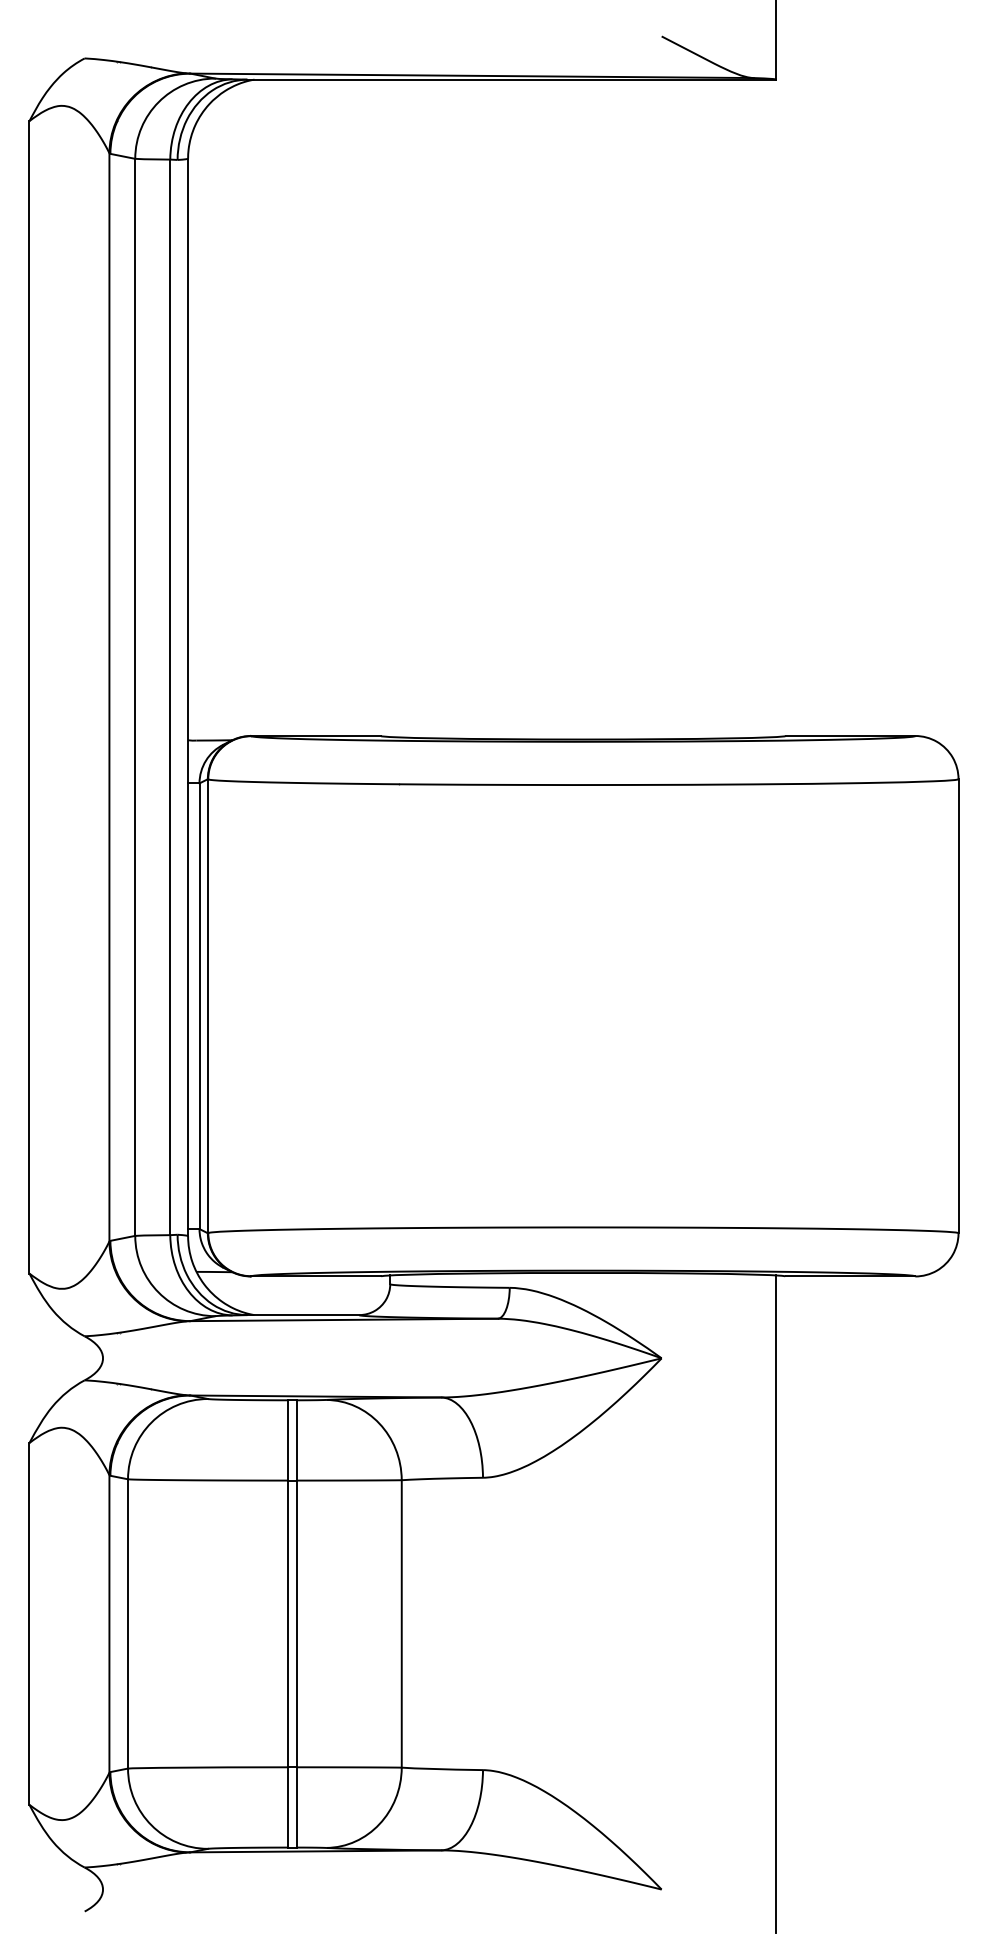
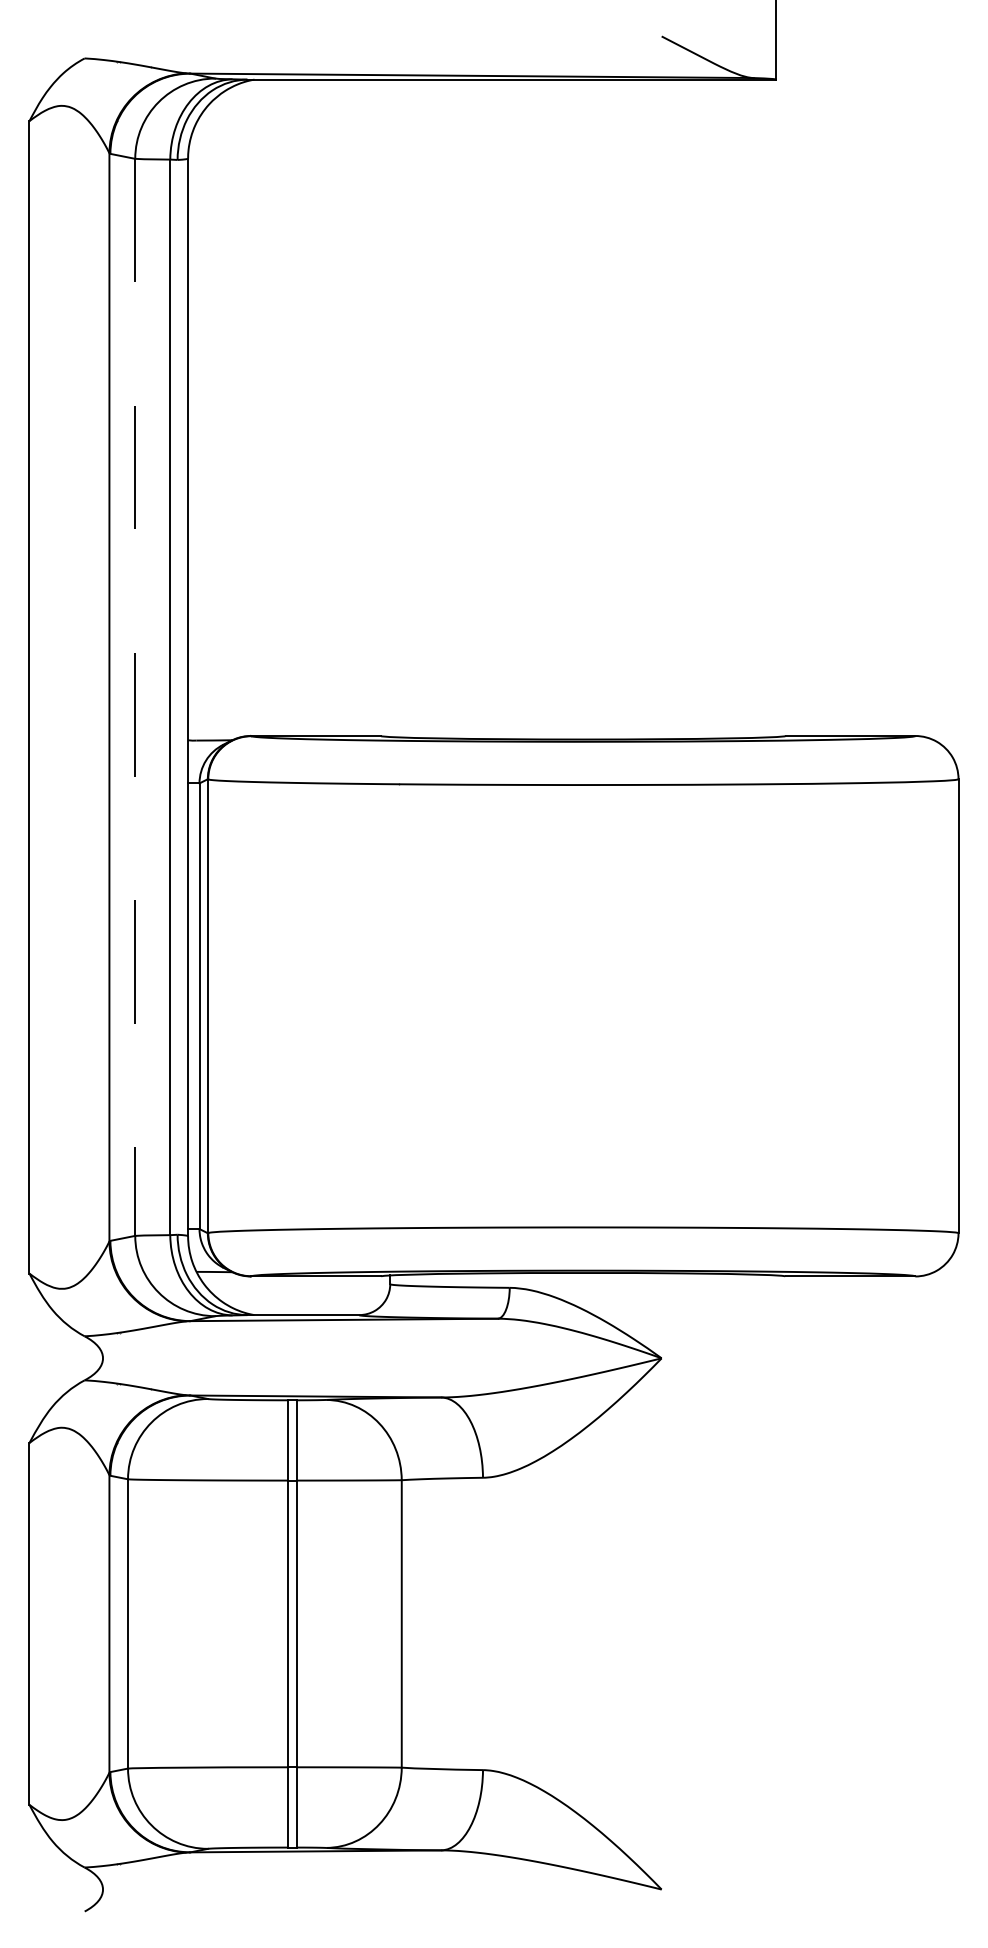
line at (135, 697): solid -> dashed
line at (776, 1603): present -> none
